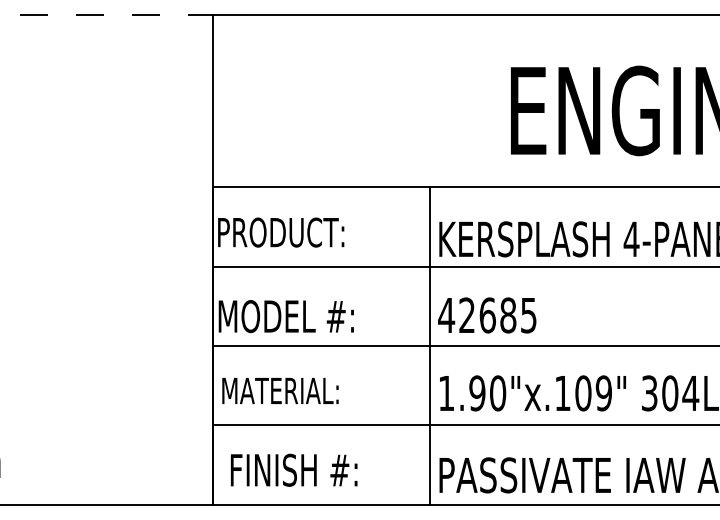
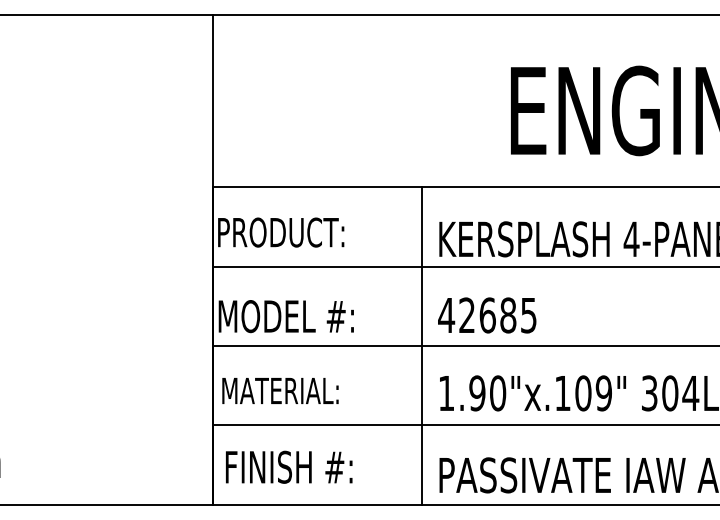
line at (106, 15): dashed -> solid
line at (430, 345) position: (430, 345) -> (422, 345)
text at (294, 469) position: (294, 469) -> (289, 466)
